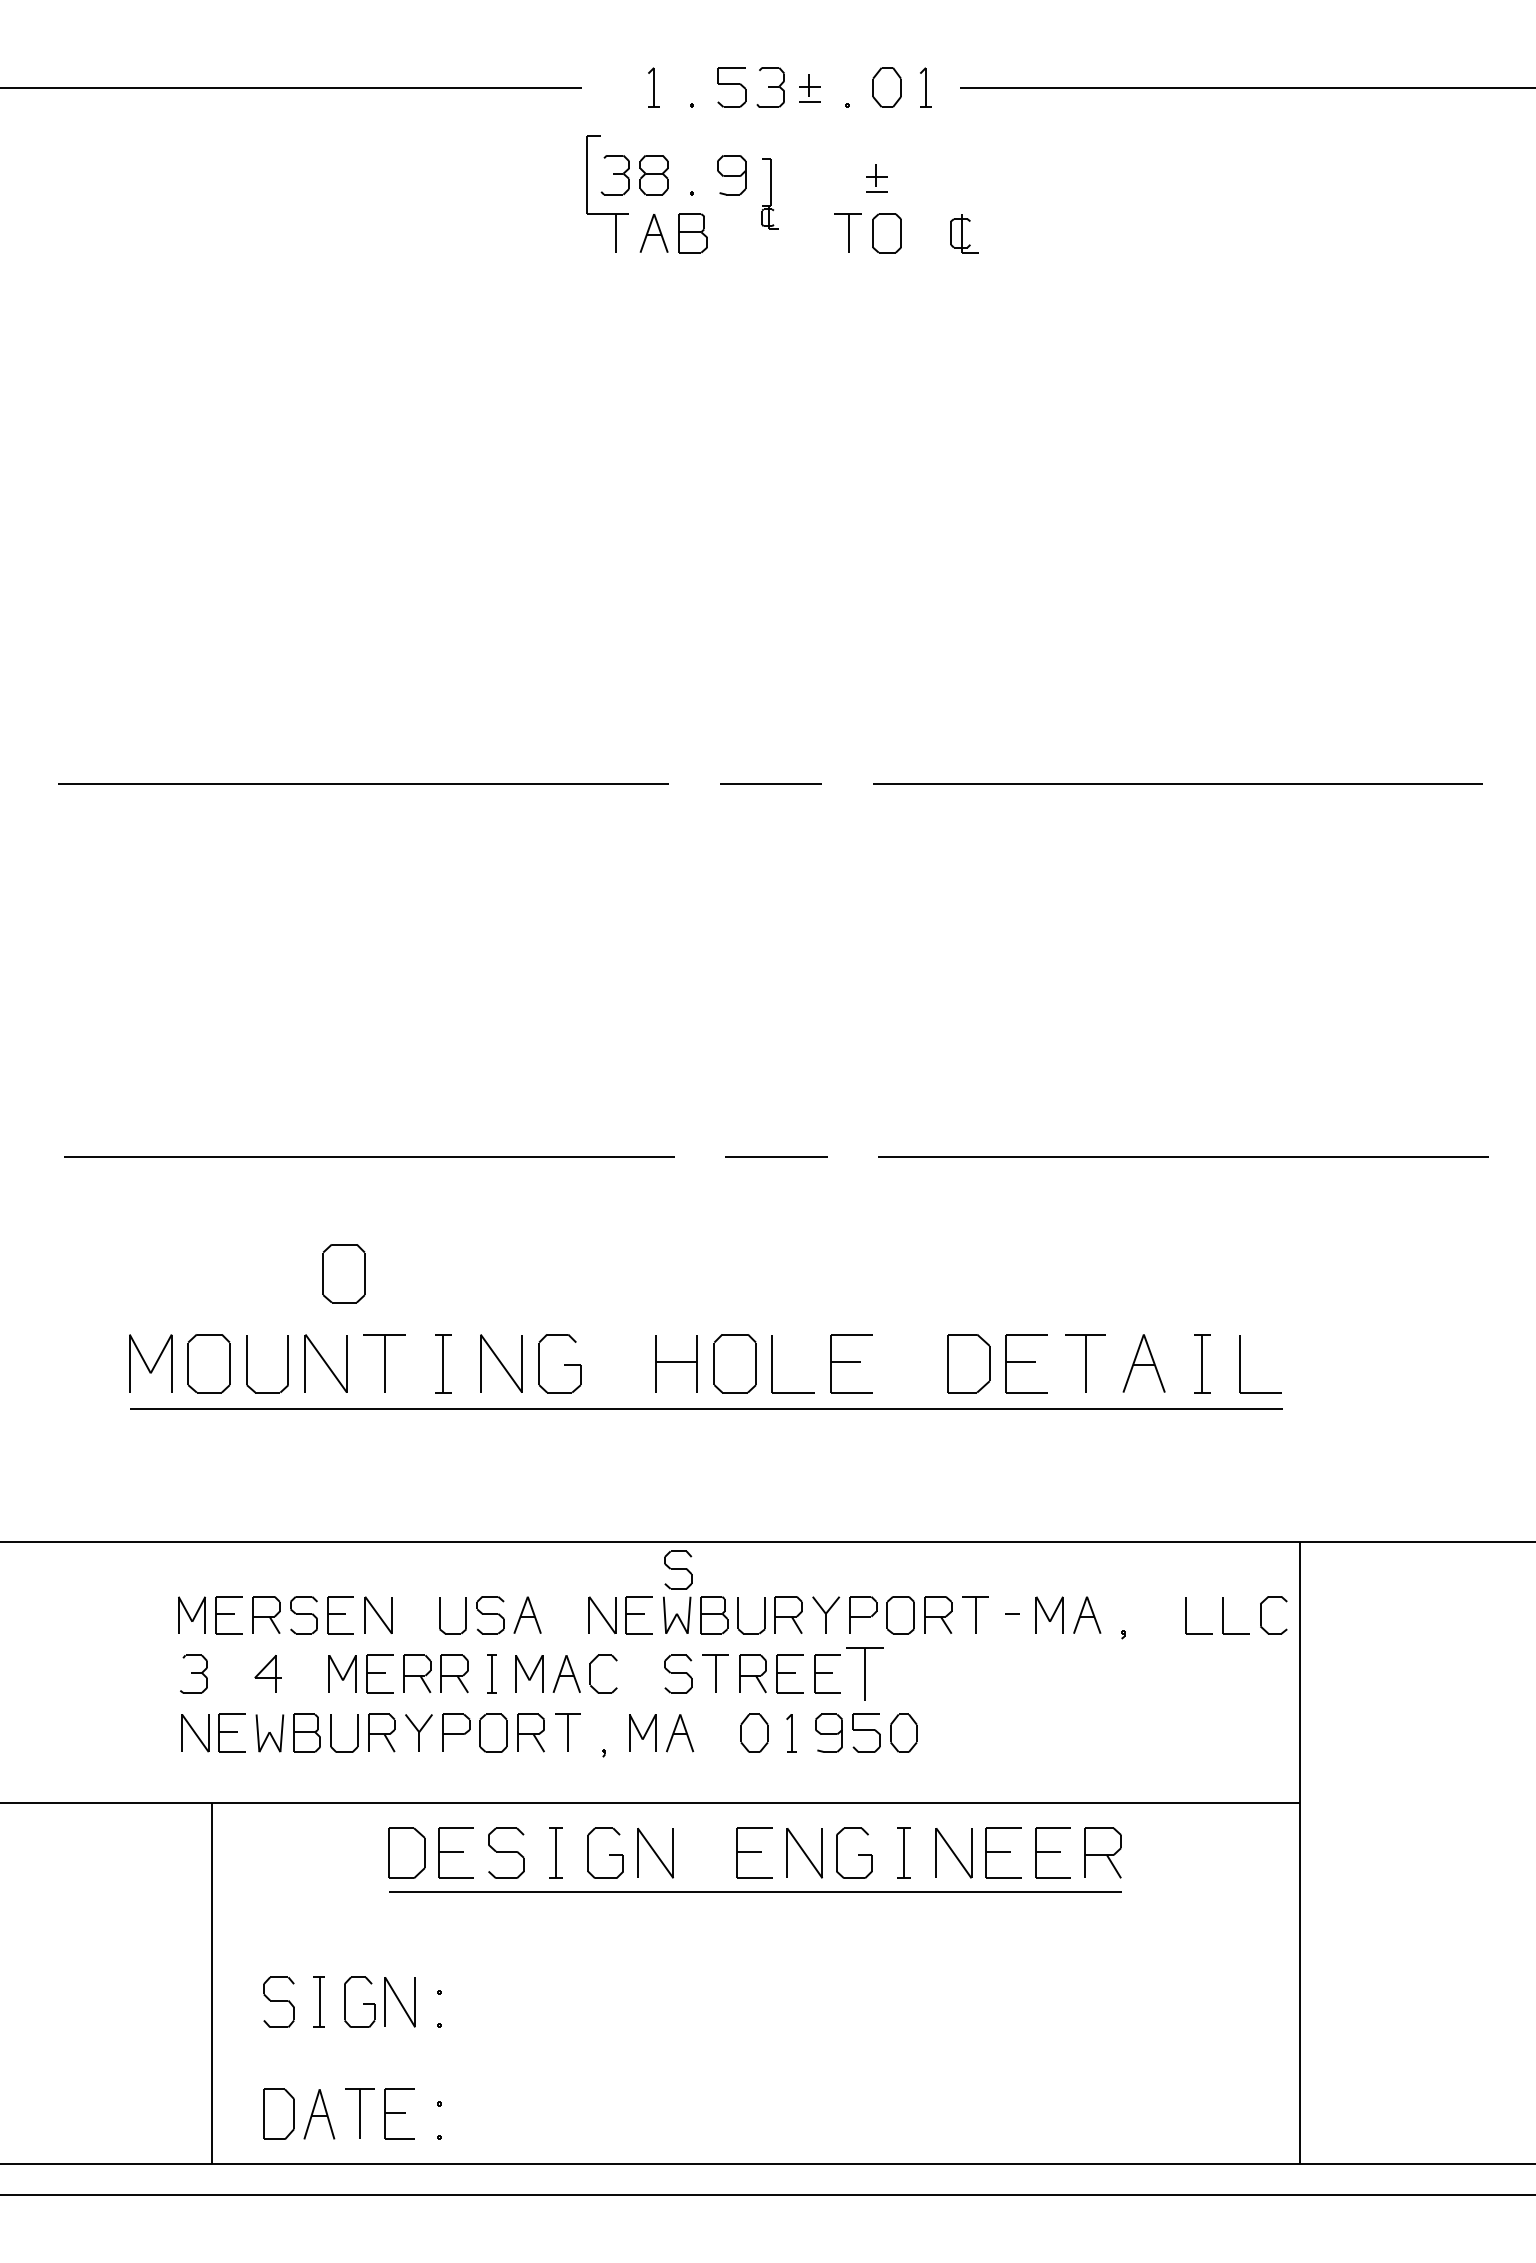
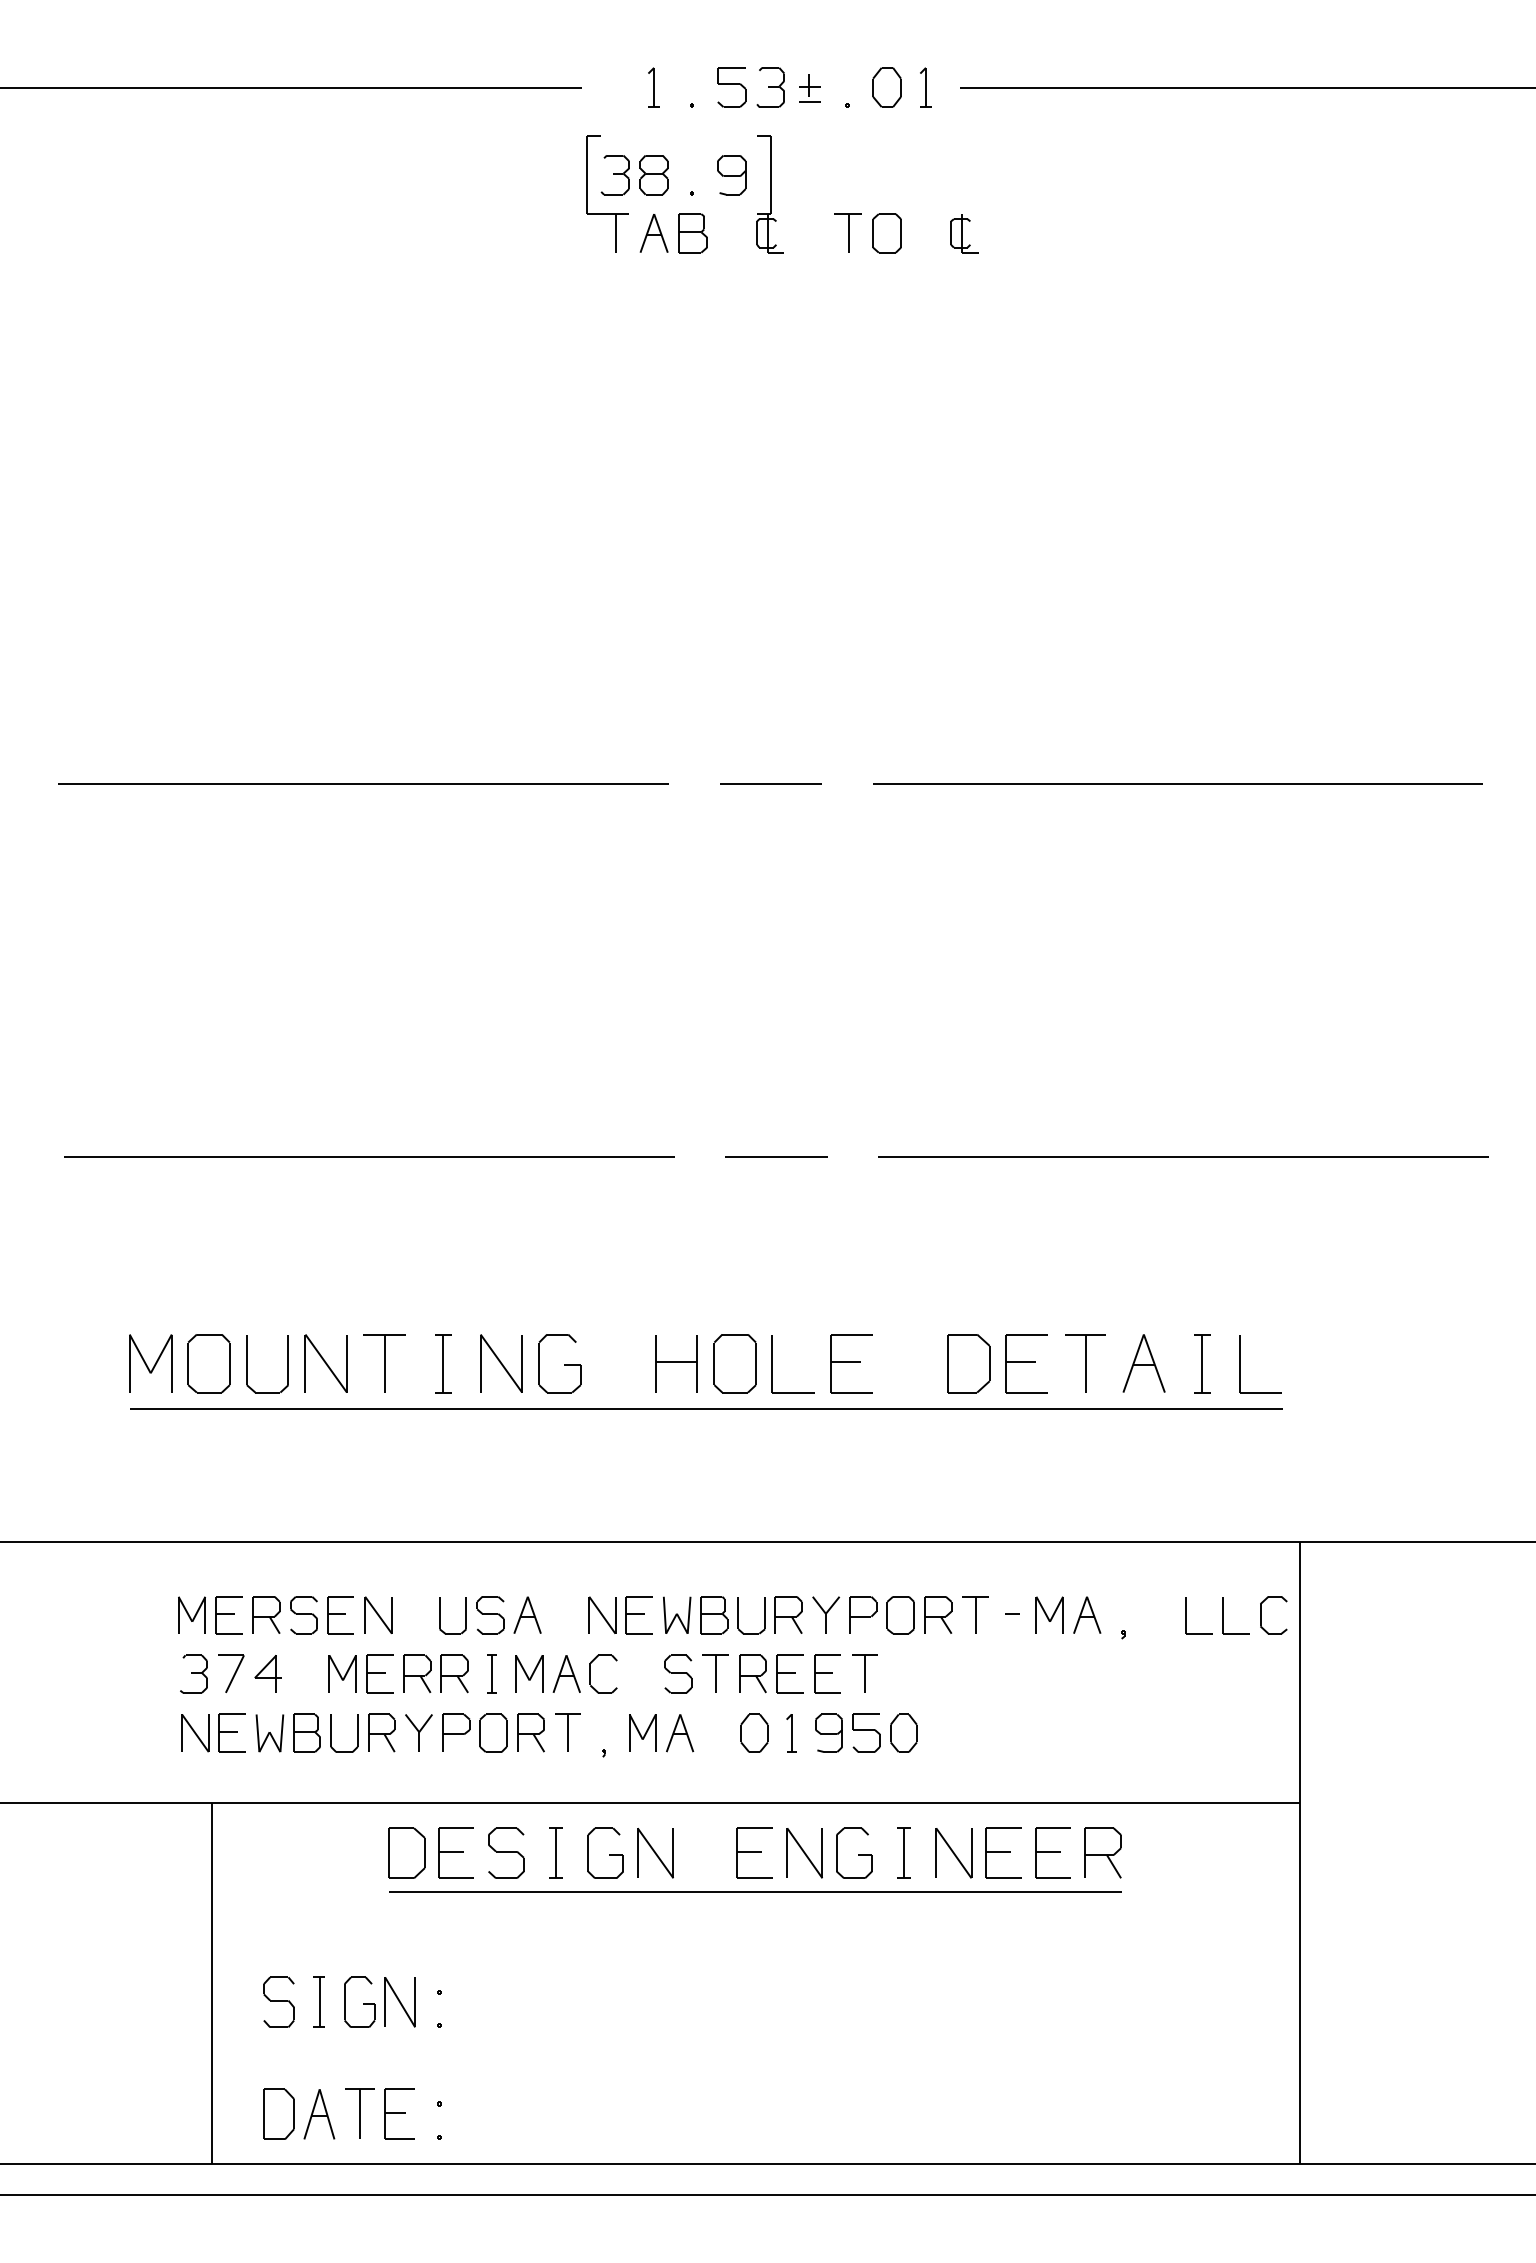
part at (876, 178): present -> none
part at (769, 193) size: 18x72 px -> 28x119 px
part at (343, 1273): present -> none
part at (678, 1569): present -> none
part at (231, 1673): none -> present
part at (864, 1673) size: 38x54 px -> 26x39 px
